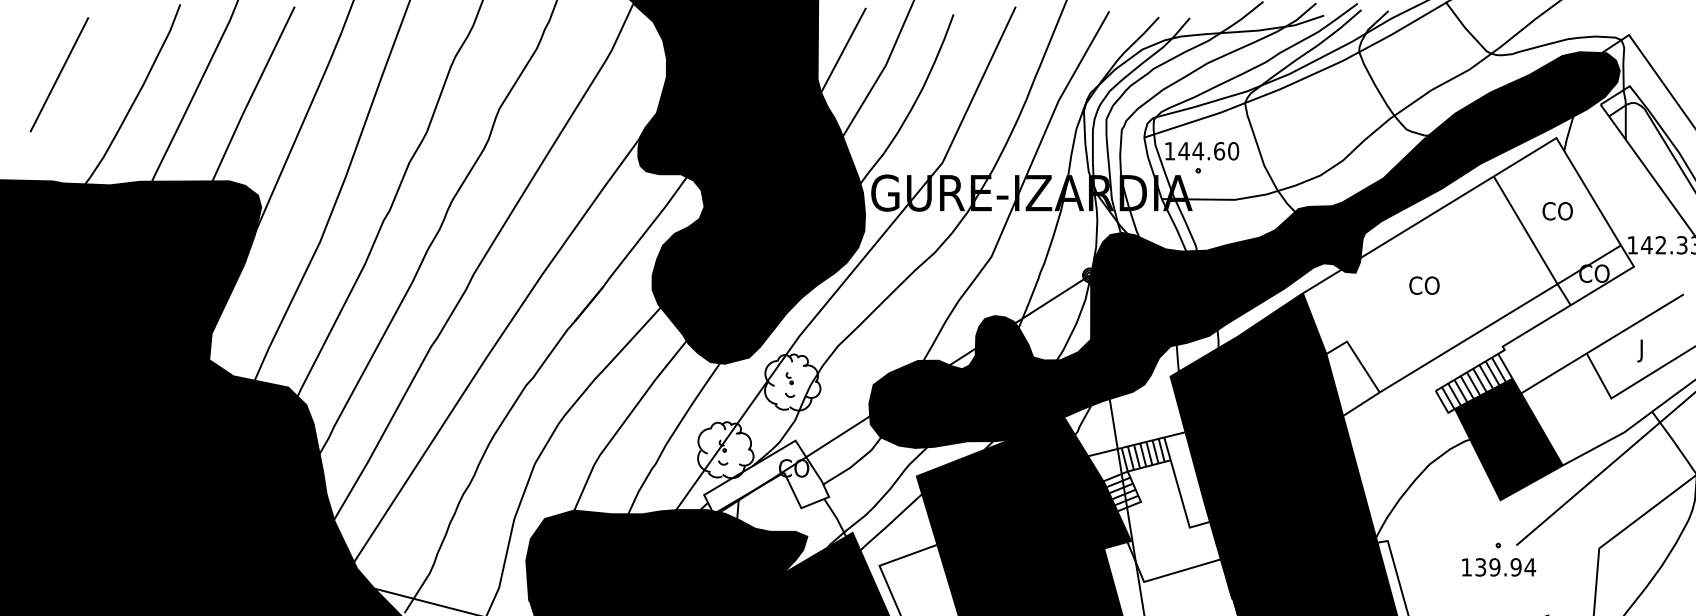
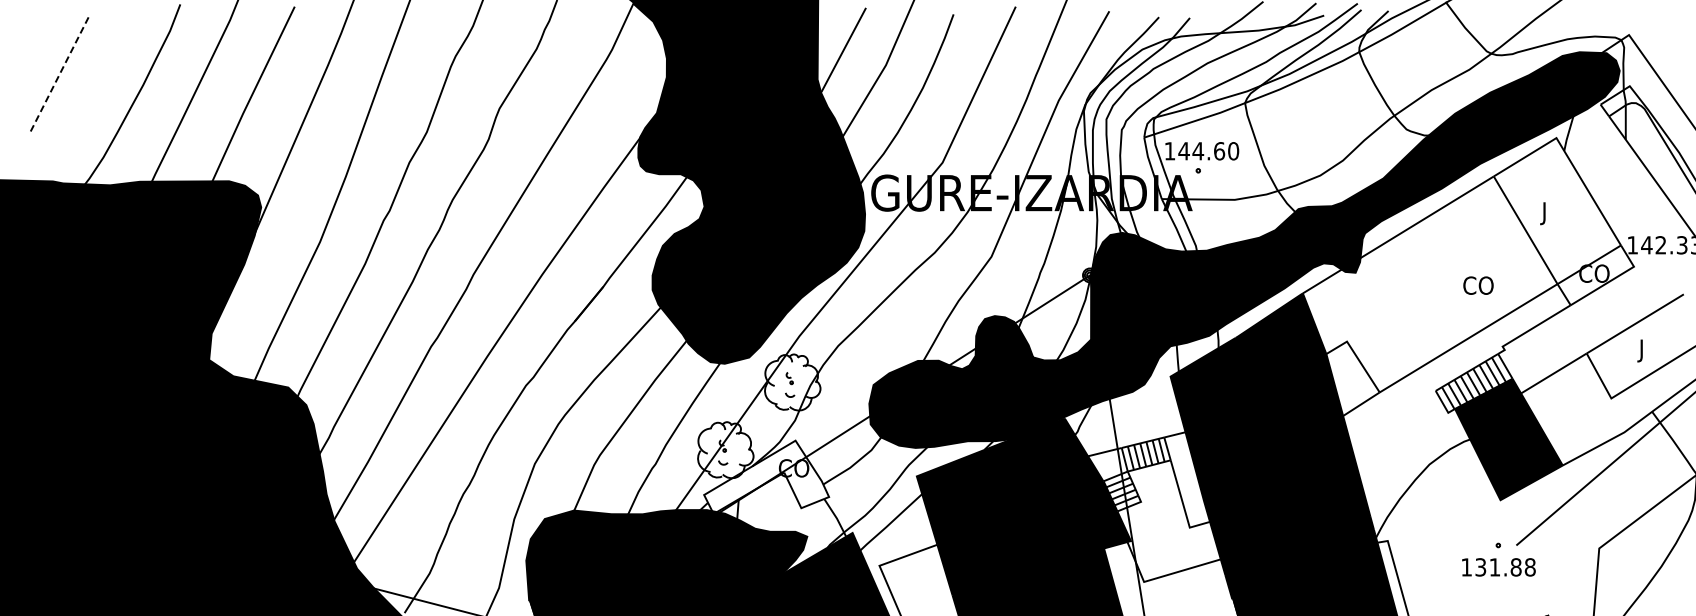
line at (59, 75): solid -> dashed
text at (1556, 213): CO -> J
text at (1424, 285) position: (1424, 285) -> (1478, 285)
text at (1512, 567): 139.94 -> 131.88
